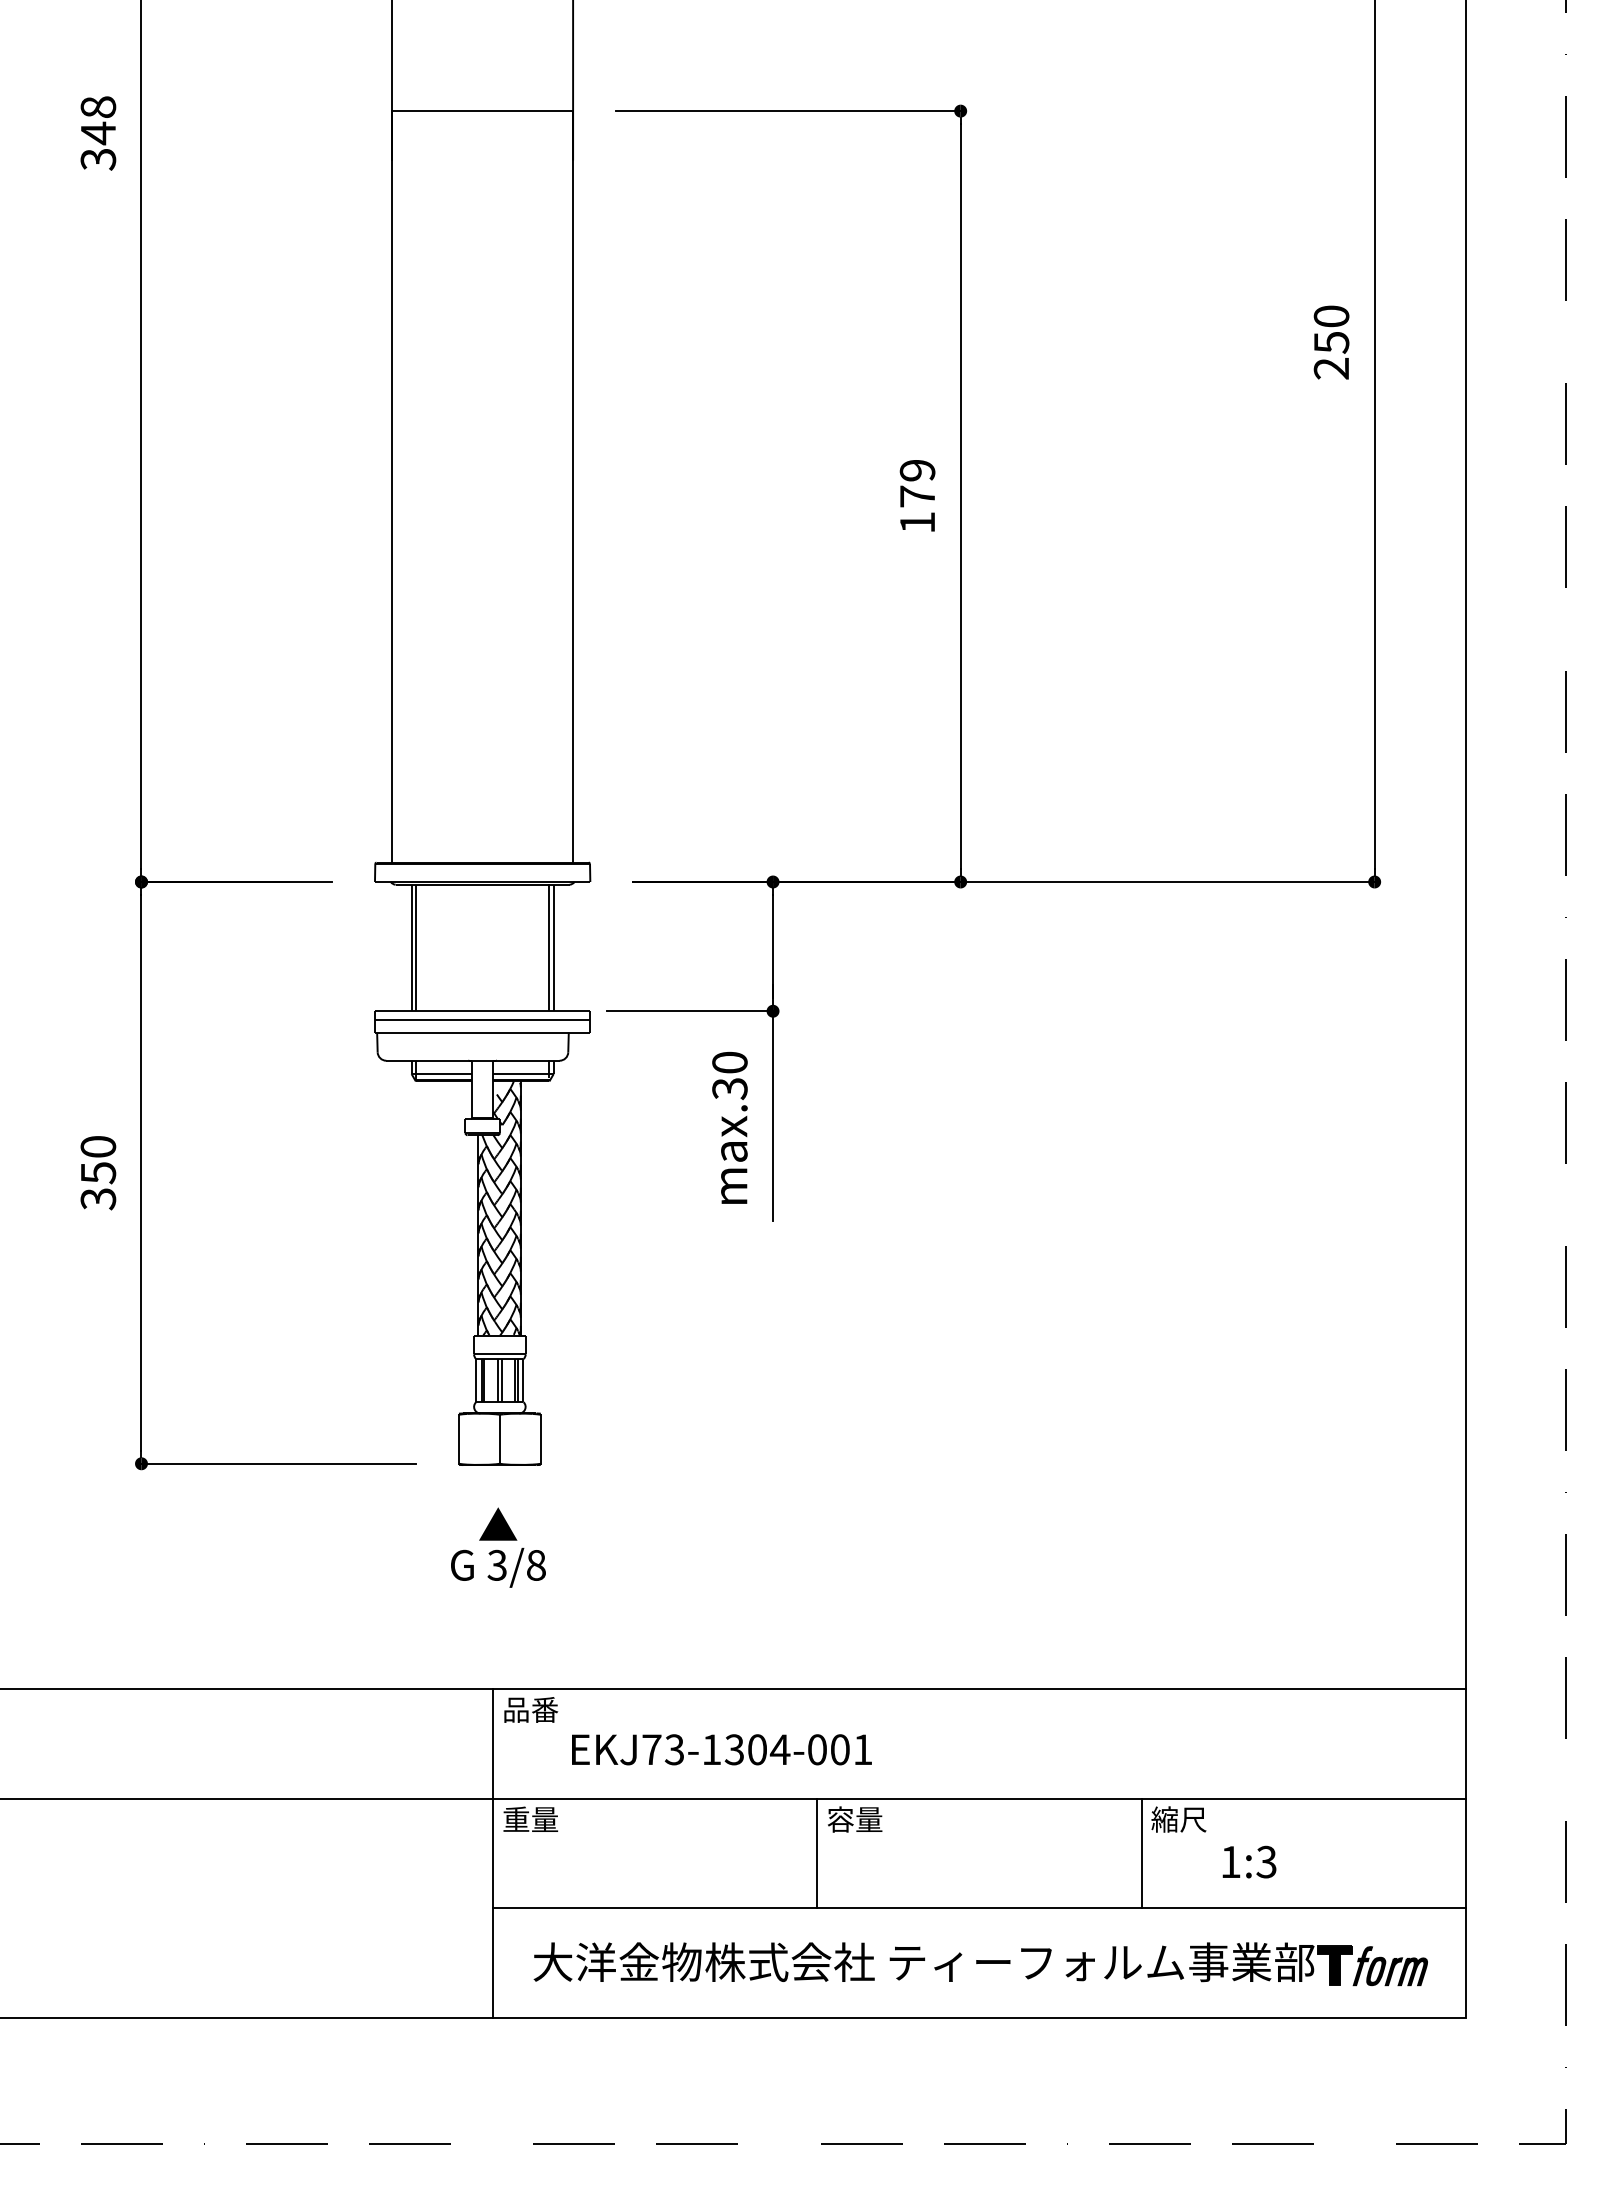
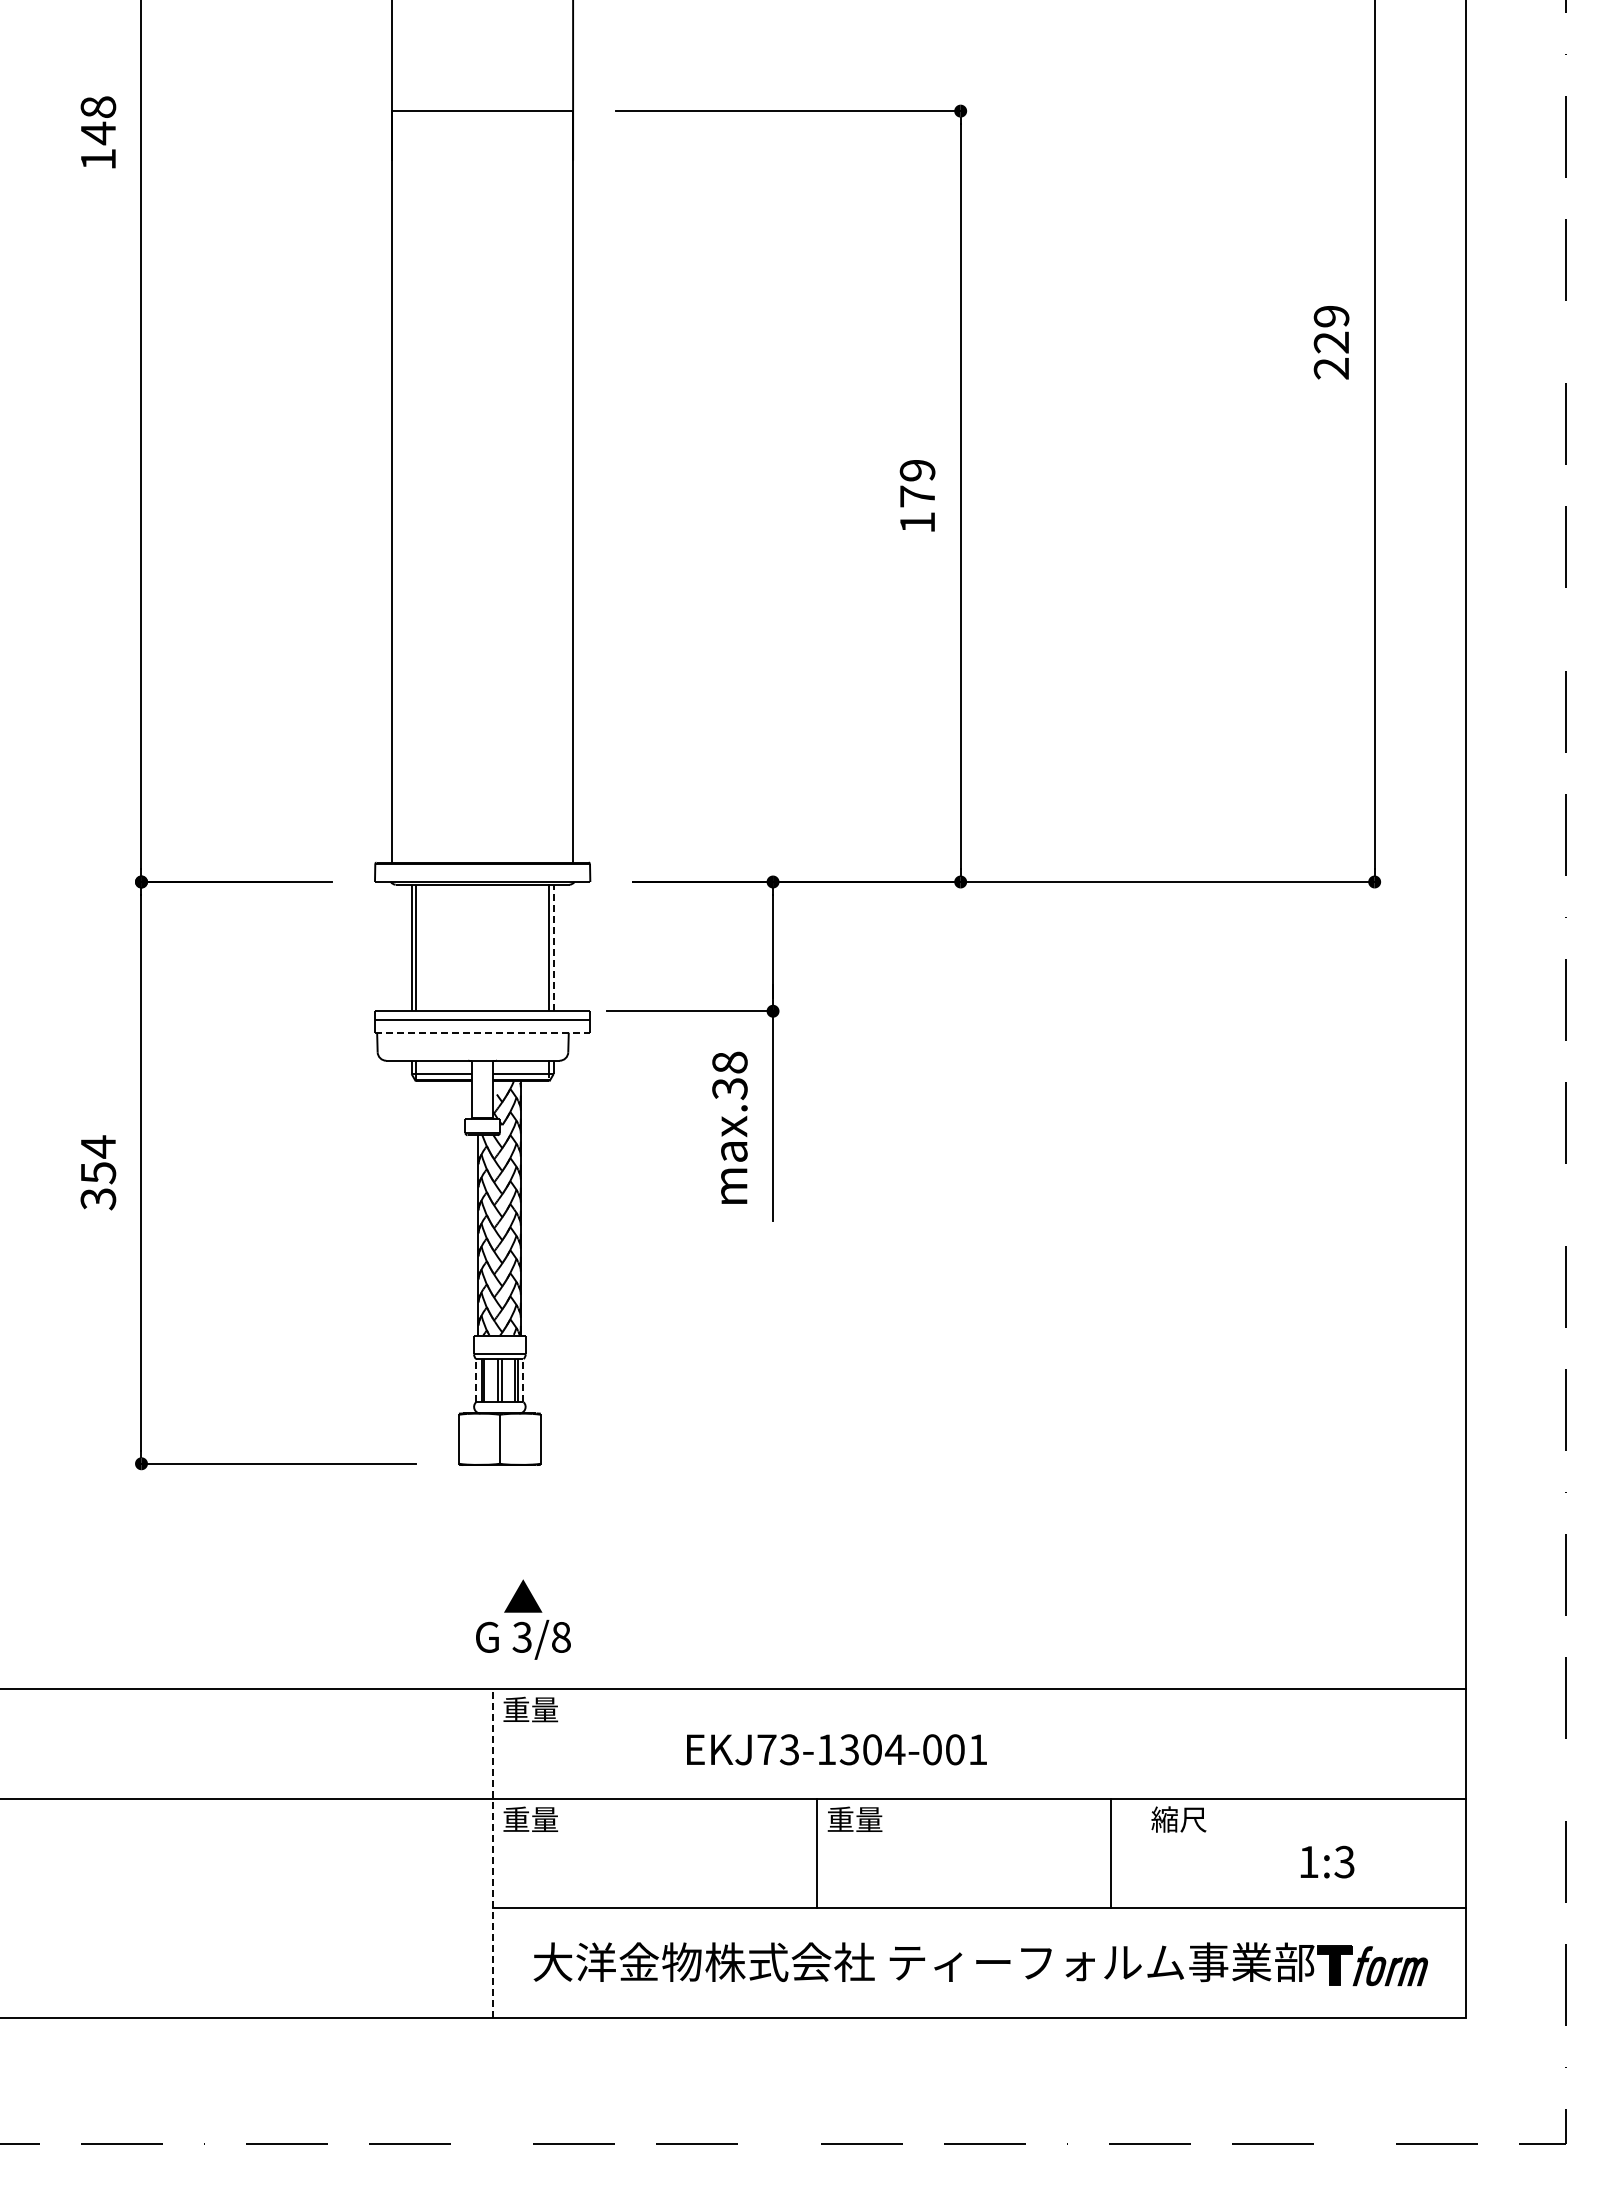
text at (98, 159): 348 -> 148
text at (1331, 329): 250 -> 229
line at (553, 947): solid -> dashed
line at (482, 1032): solid -> dashed
text at (729, 1062): max.30 -> max.38
text at (98, 1146): 350 -> 354
line at (476, 1380): solid -> dashed
line at (523, 1380): solid -> dashed
text at (498, 1547) position: (498, 1547) -> (523, 1619)
text at (530, 1709): 品番 -> 重量
text at (721, 1749) position: (721, 1749) -> (836, 1749)
text at (840, 1819): 容量 -> 重量
line at (492, 1853): solid -> dashed
line at (1141, 1853) position: (1141, 1853) -> (1110, 1853)
text at (1249, 1861) position: (1249, 1861) -> (1327, 1861)
